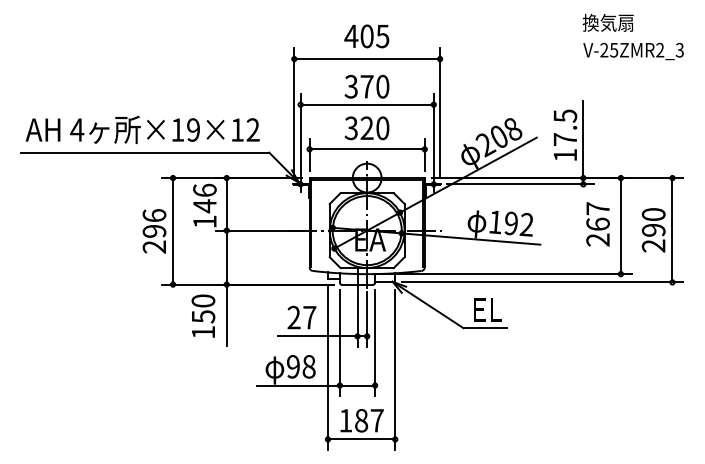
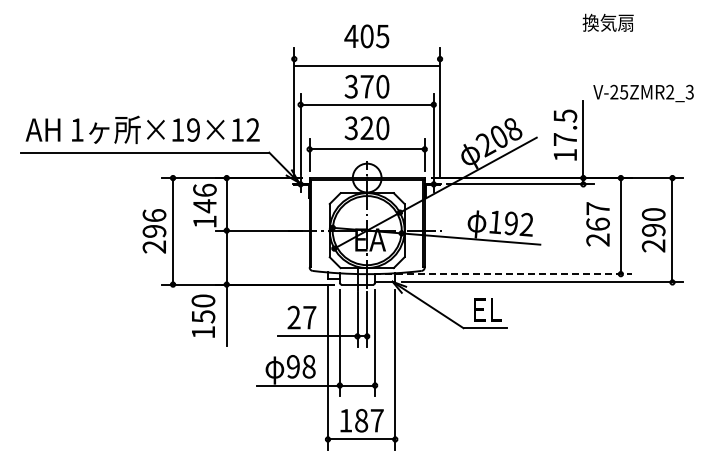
text at (633, 51) position: (633, 51) -> (643, 93)
line at (367, 59) position: (367, 59) -> (367, 66)
text at (77, 129): 4 -> 1
line at (503, 274): solid -> dashed
